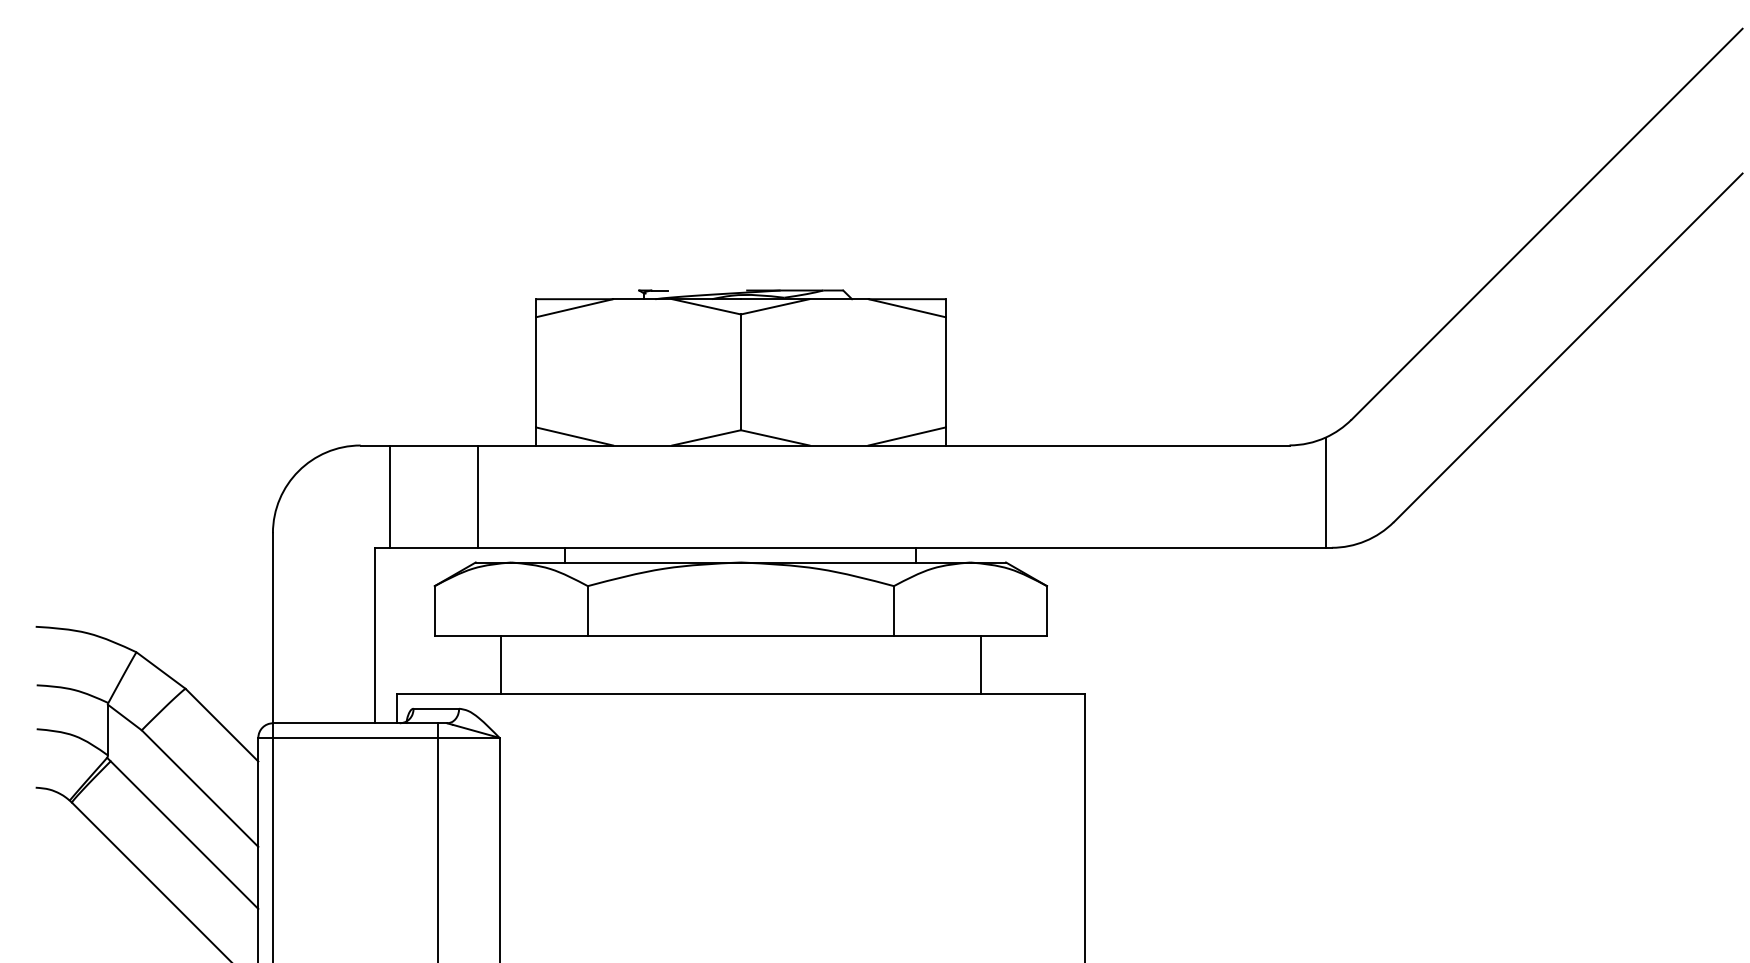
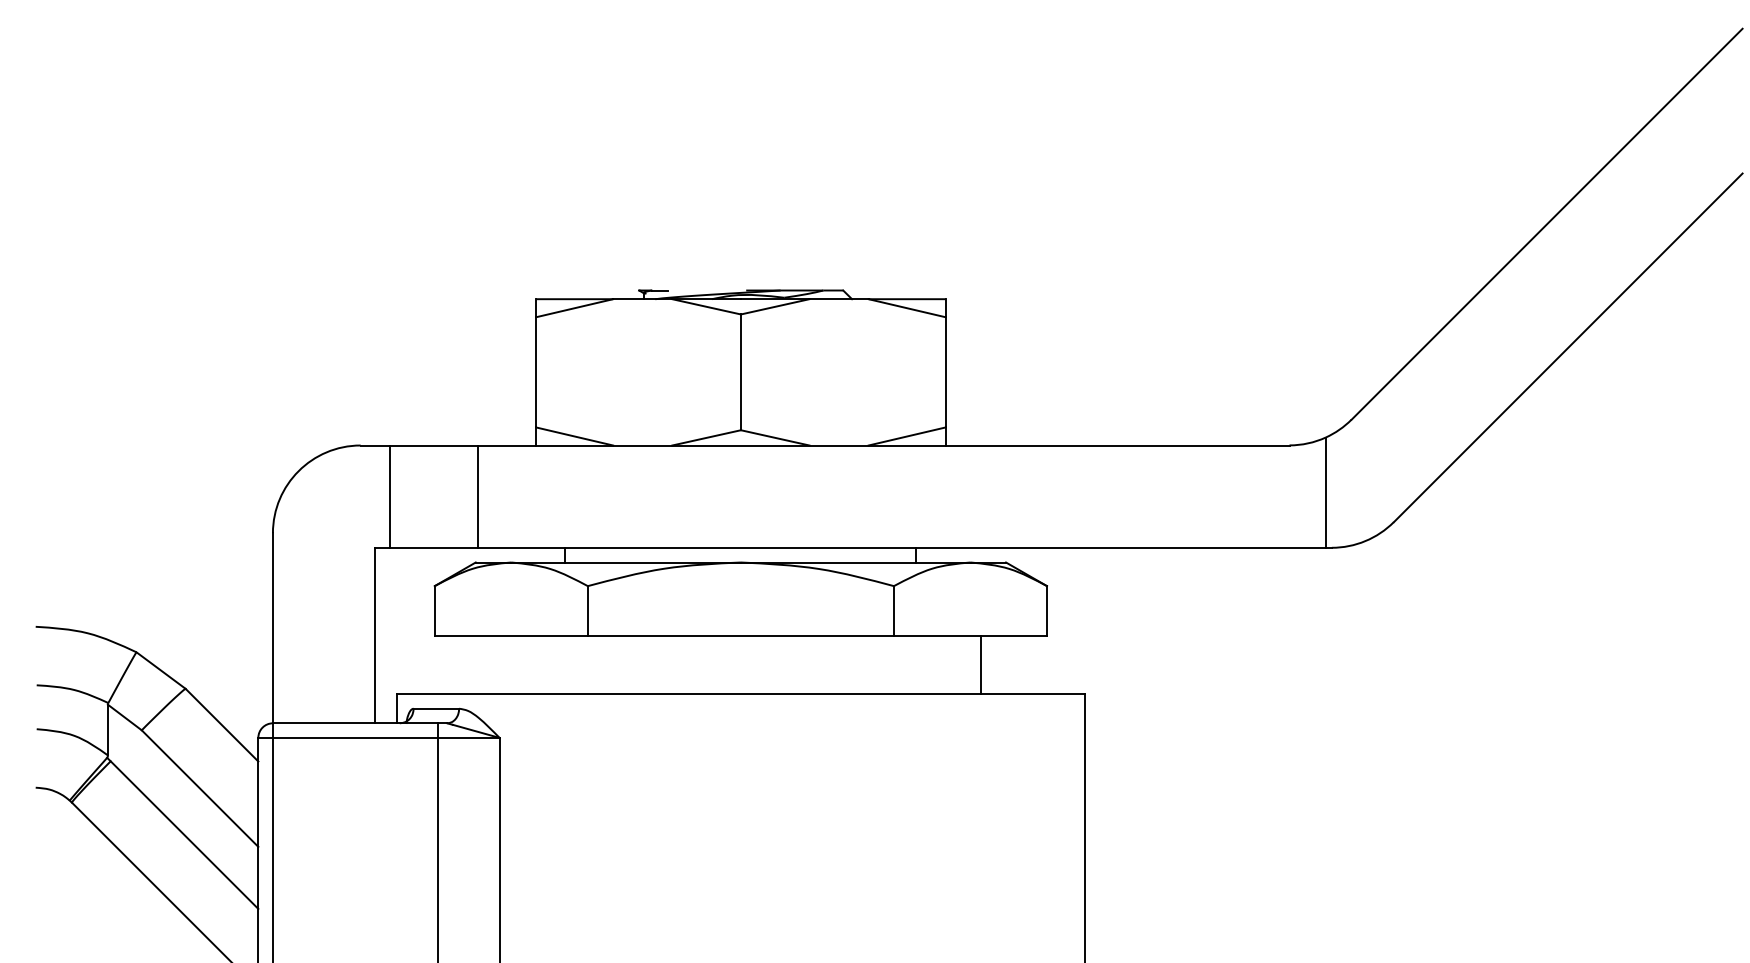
line at (501, 664): present -> none
